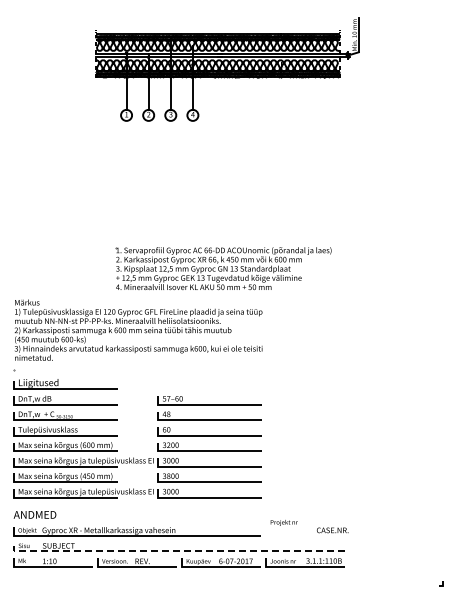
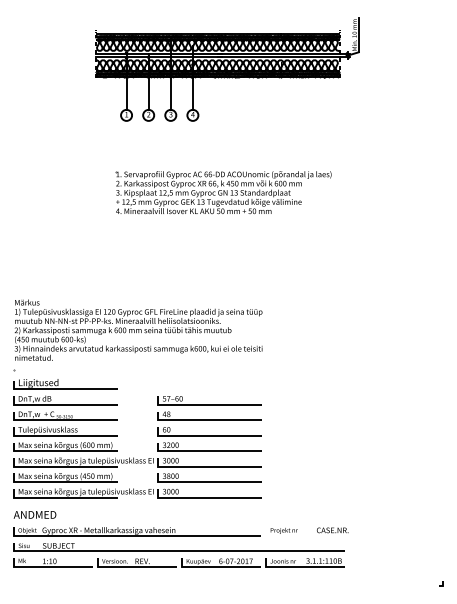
part at (223, 268) position: (223, 268) -> (223, 192)
text at (283, 522) position: (283, 522) -> (283, 530)
line at (174, 551): dashed -> solid
